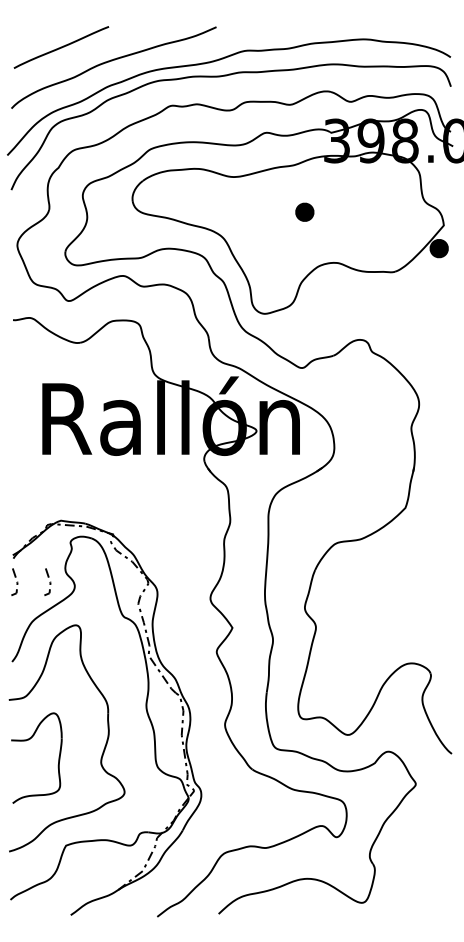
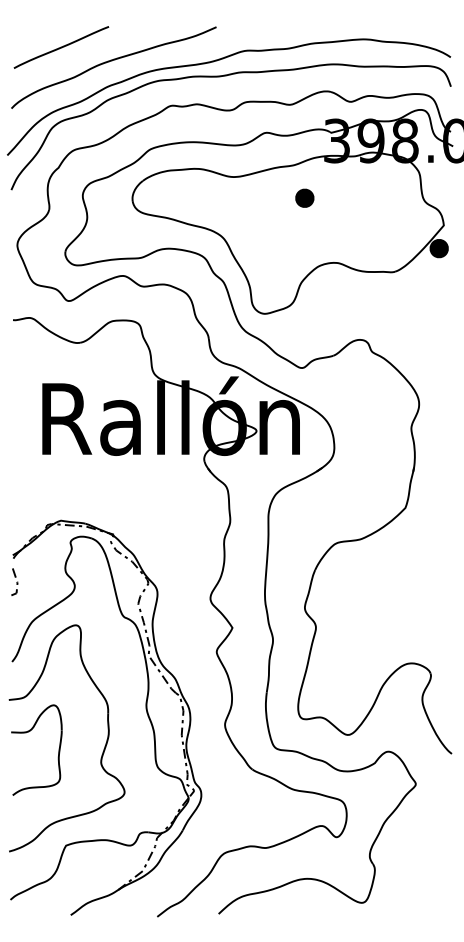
part at (304, 211) position: (304, 211) -> (304, 197)
line at (49, 582): present -> none
part at (28, 740) position: (28, 740) -> (28, 732)
